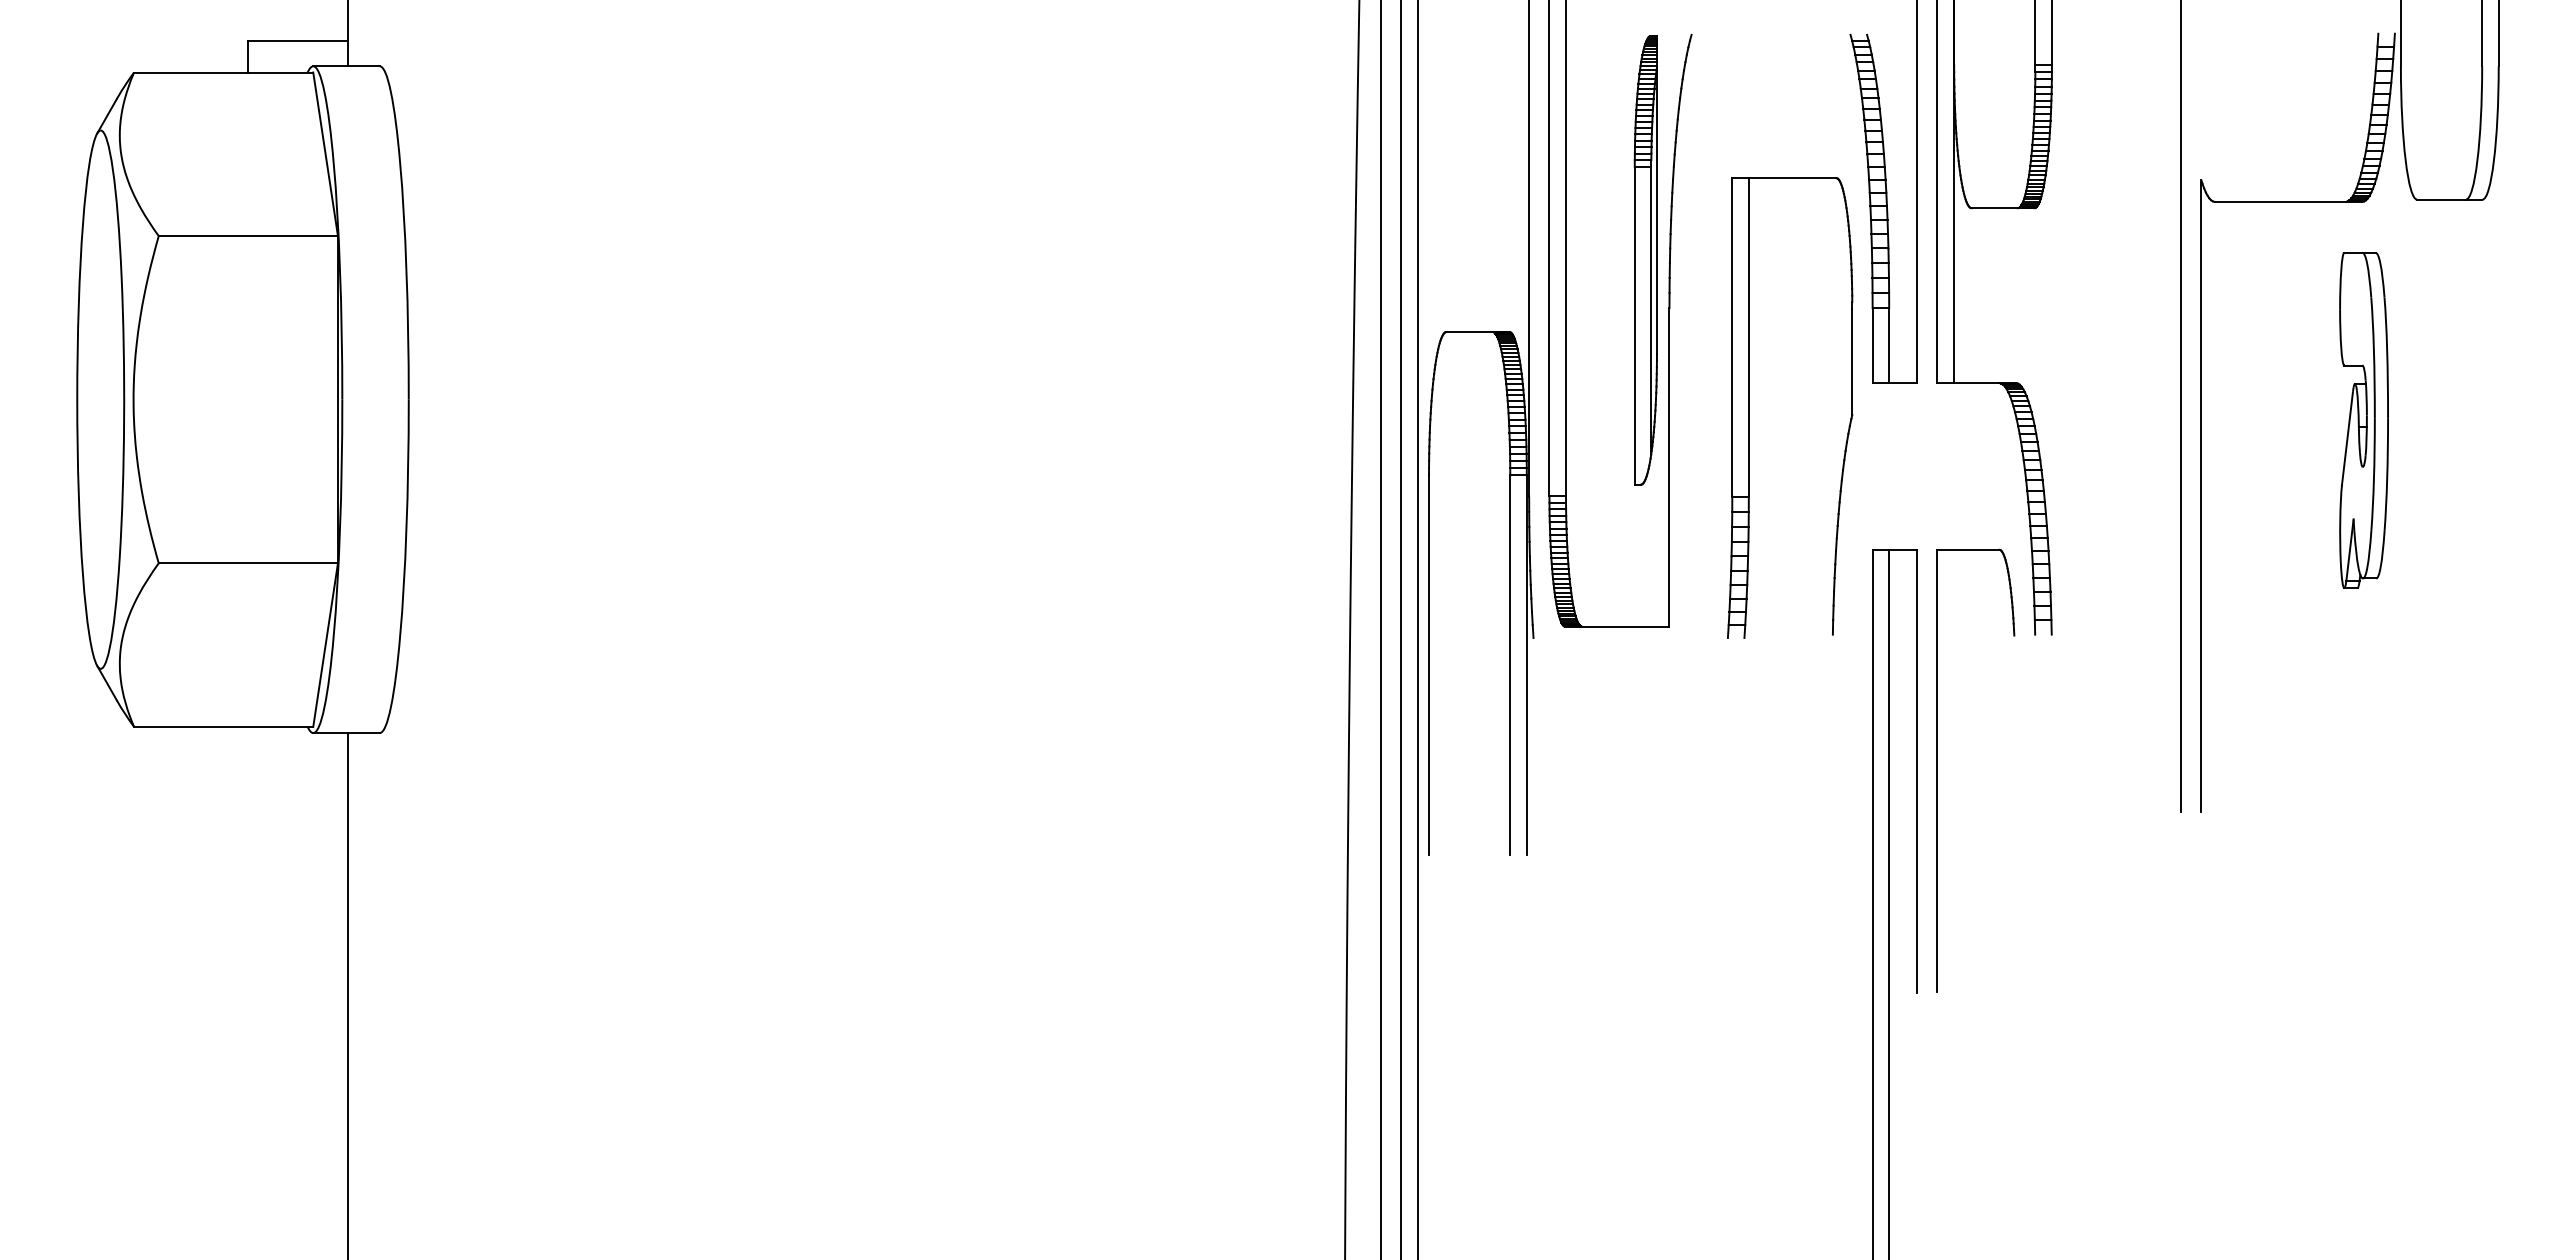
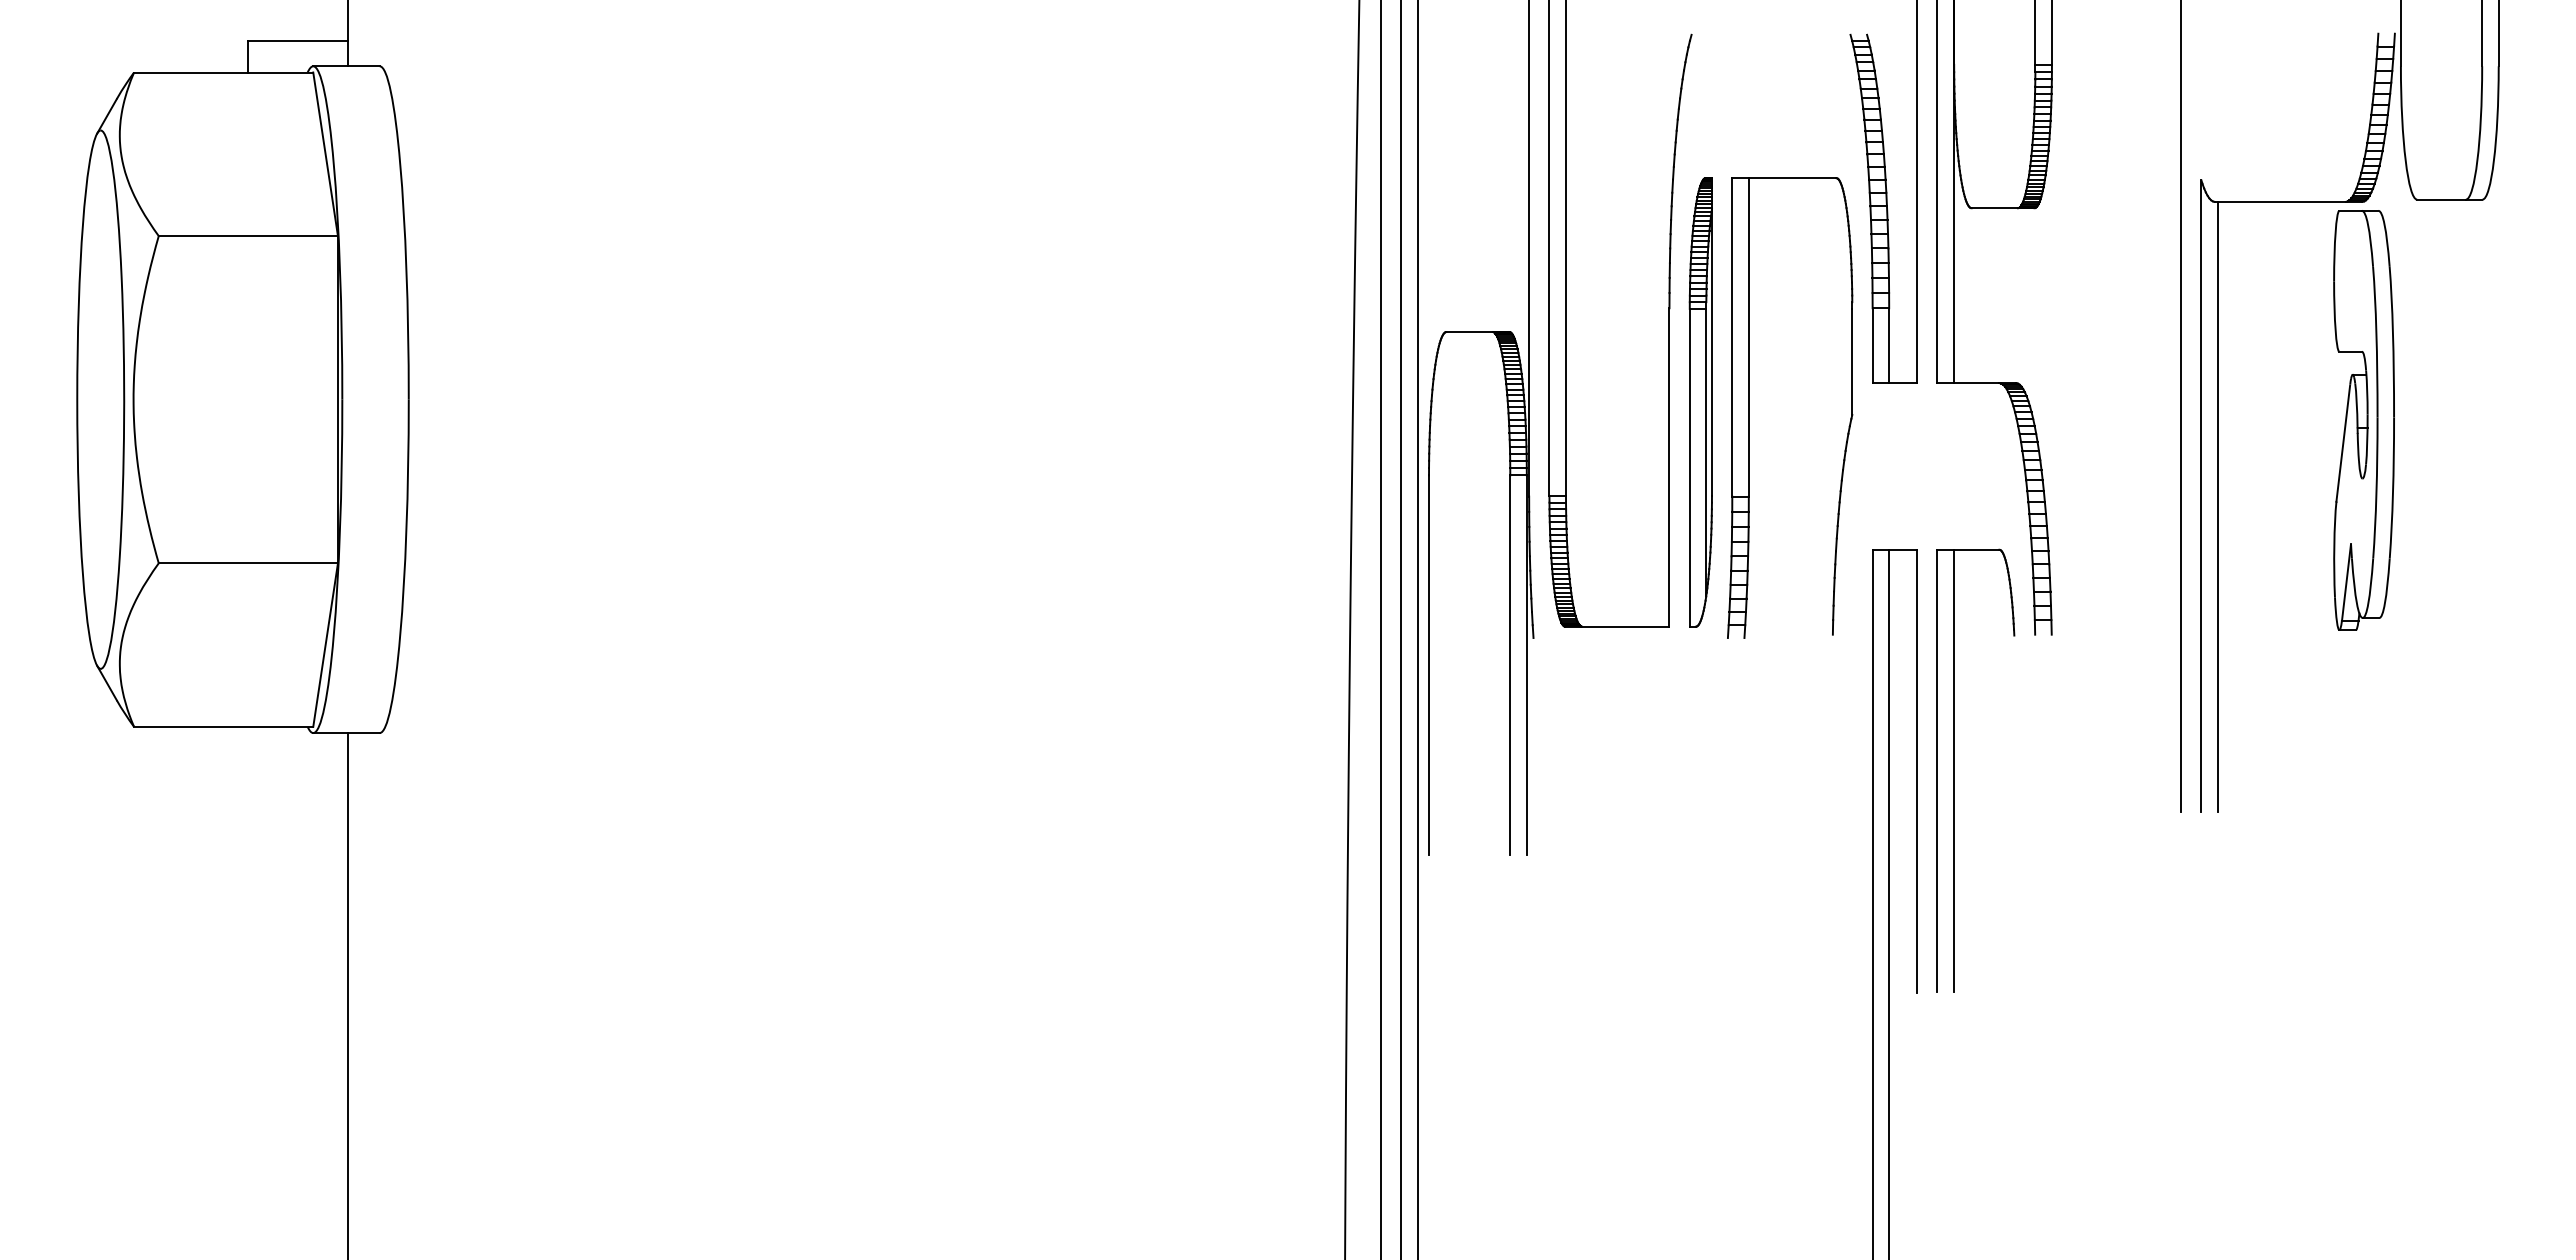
part at (1645, 260) position: (1645, 260) -> (1700, 402)
part at (2363, 420) size: 50x337 px -> 62x421 px
line at (2217, 506): none -> present
line at (1953, 770): none -> present
